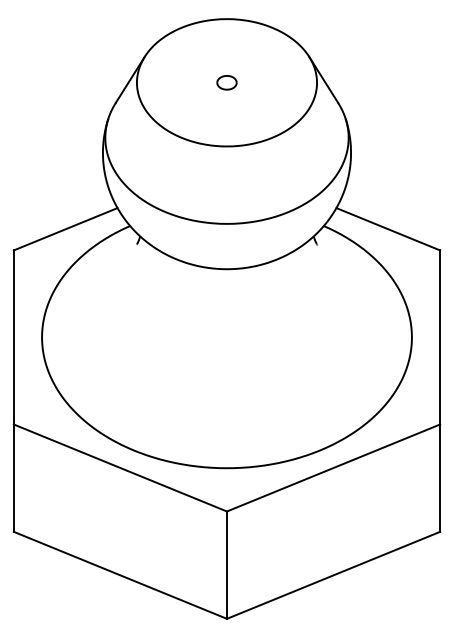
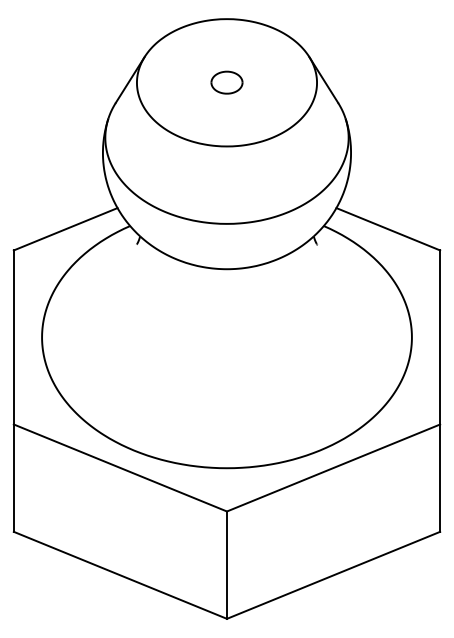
part at (226, 82) size: 22x16 px -> 34x25 px
